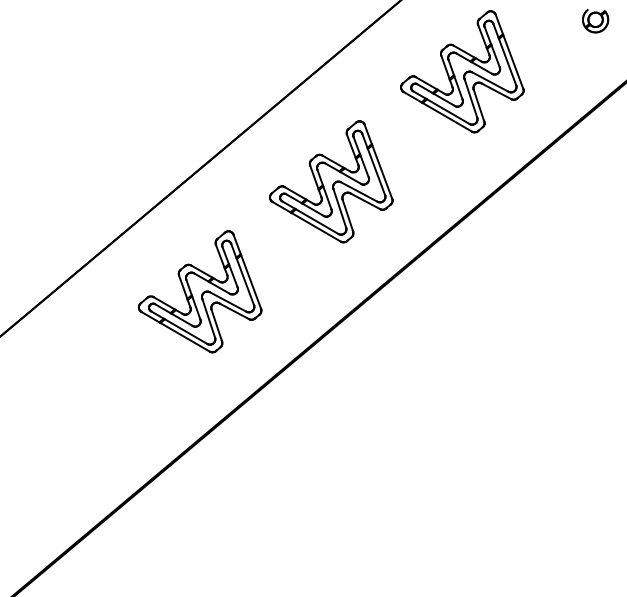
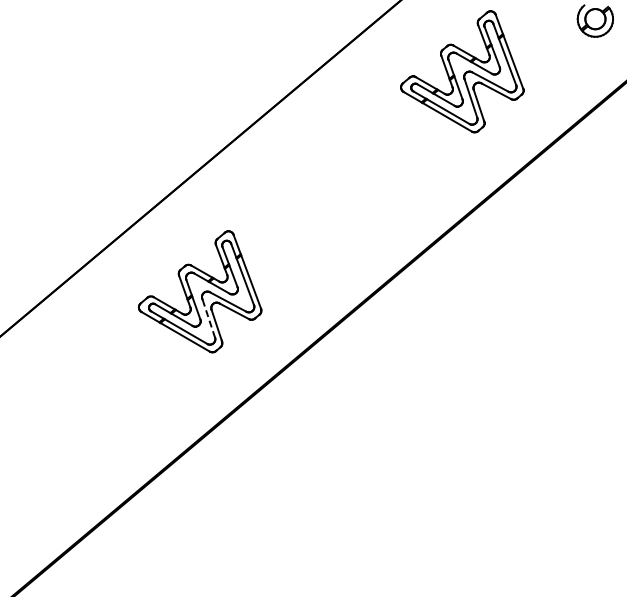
part at (595, 21) size: 28x25 px -> 38x34 px
part at (331, 181): present -> none
line at (208, 318): solid -> dashed
